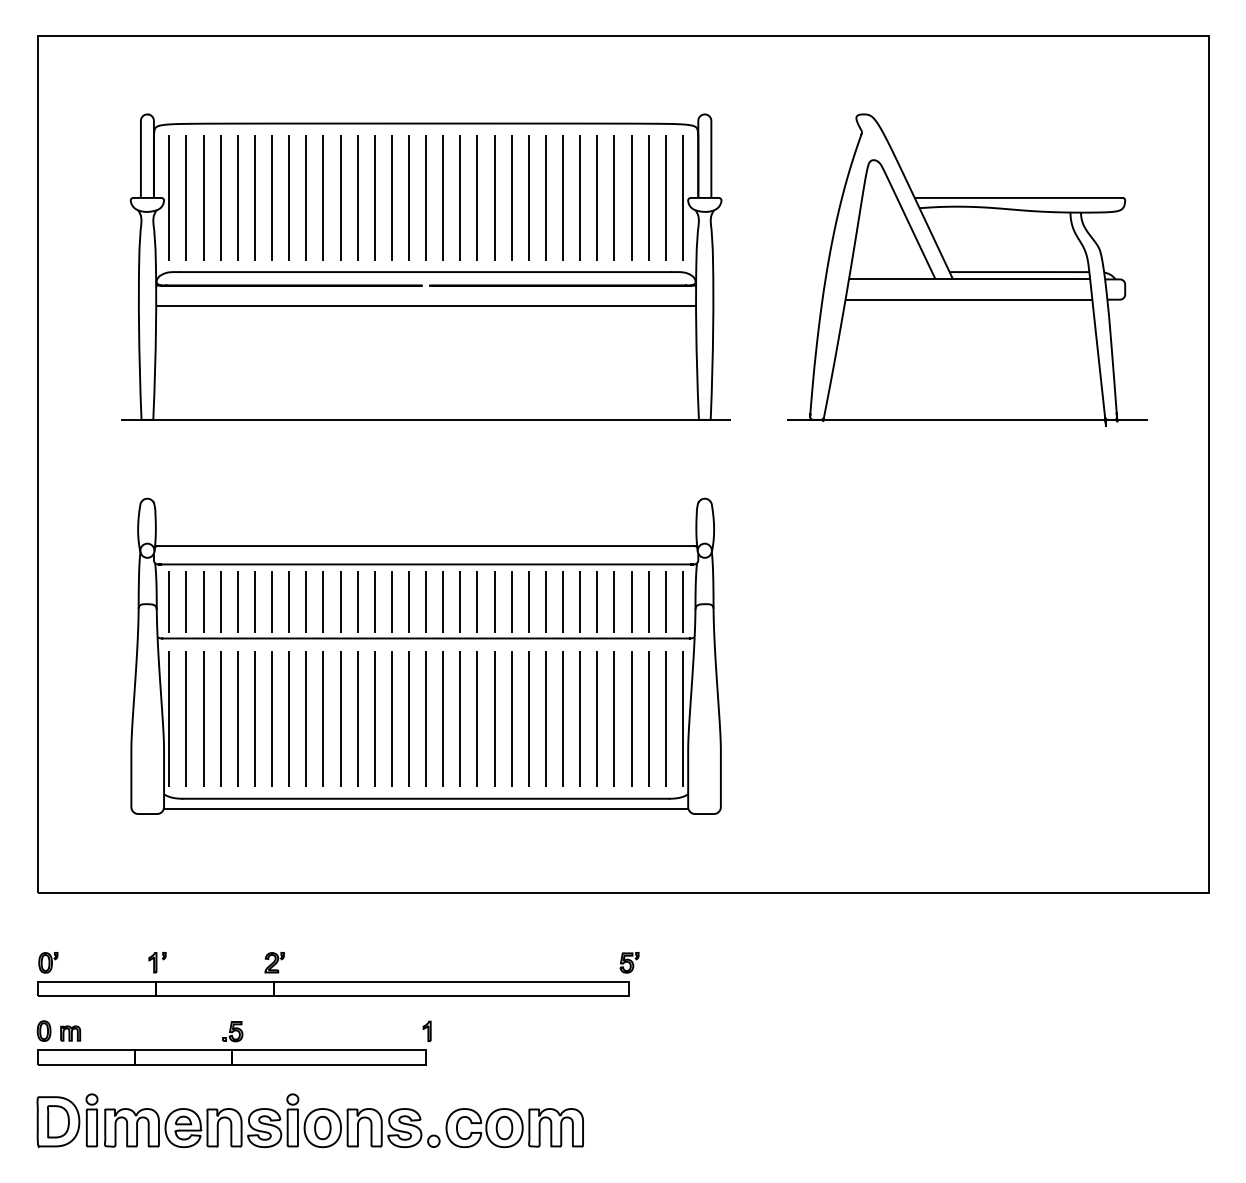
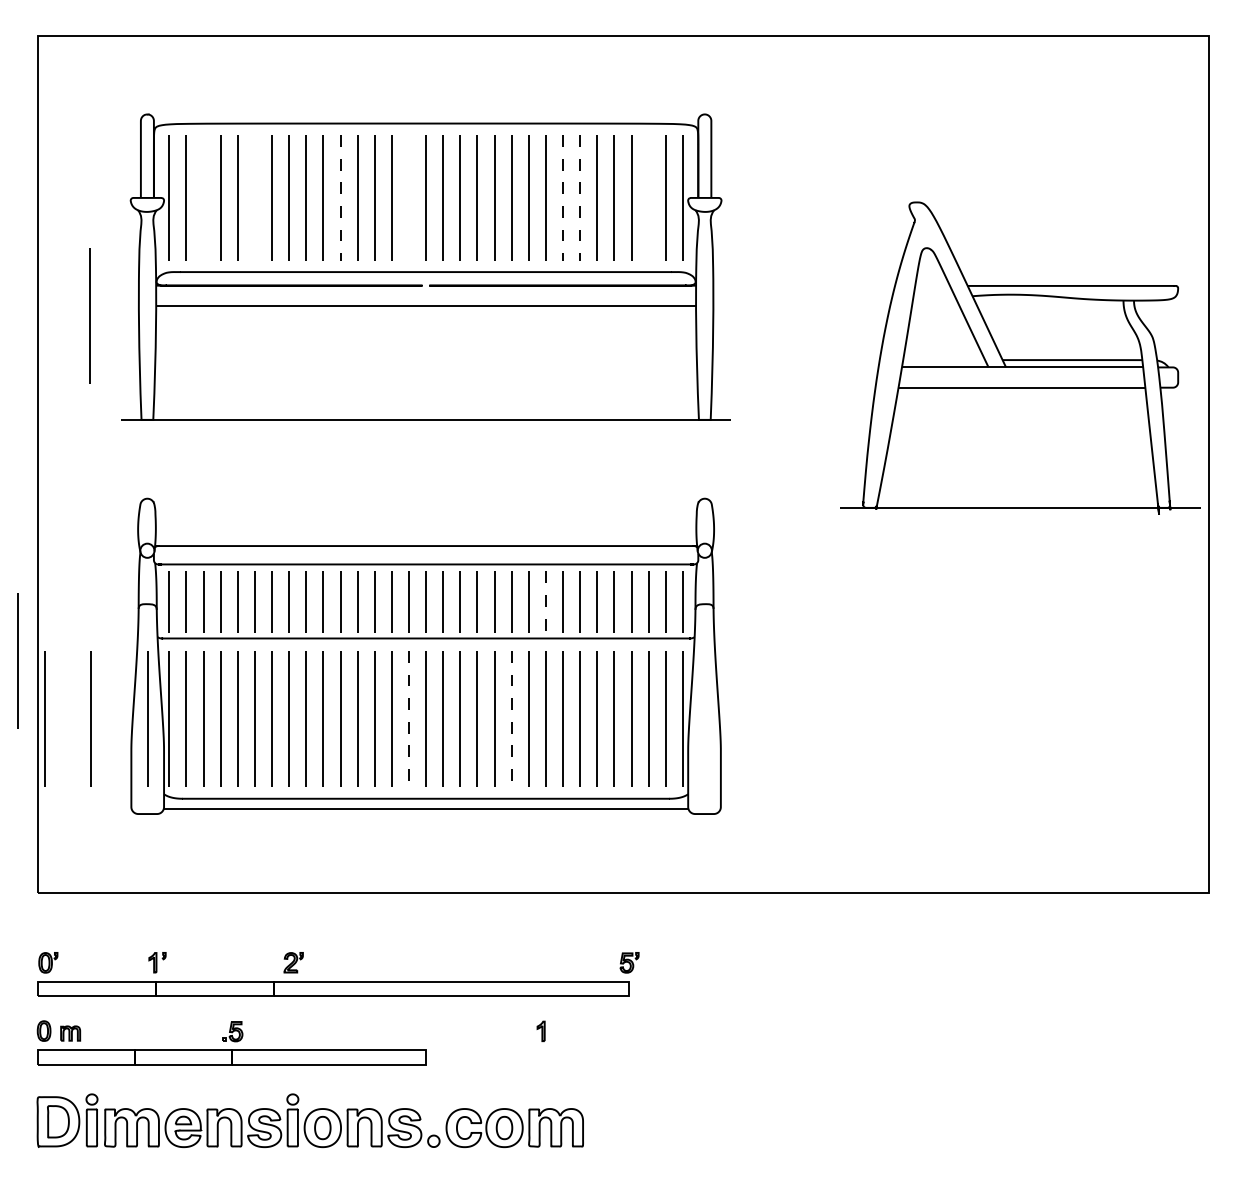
line at (203, 197): present -> none
line at (254, 197): present -> none
line at (340, 197): solid -> dashed
line at (408, 197): present -> none
line at (563, 197): solid -> dashed
line at (580, 197): solid -> dashed
line at (648, 197): present -> none
part at (967, 269) position: (967, 269) -> (1020, 357)
line at (89, 315): none -> present
line at (545, 602): solid -> dashed
line at (17, 660): none -> present
line at (44, 718): none -> present
line at (90, 718): none -> present
line at (147, 718): none -> present
line at (409, 719): solid -> dashed
line at (511, 719): solid -> dashed
part at (274, 962) position: (274, 962) -> (293, 962)
part at (426, 1031) position: (426, 1031) -> (540, 1031)
